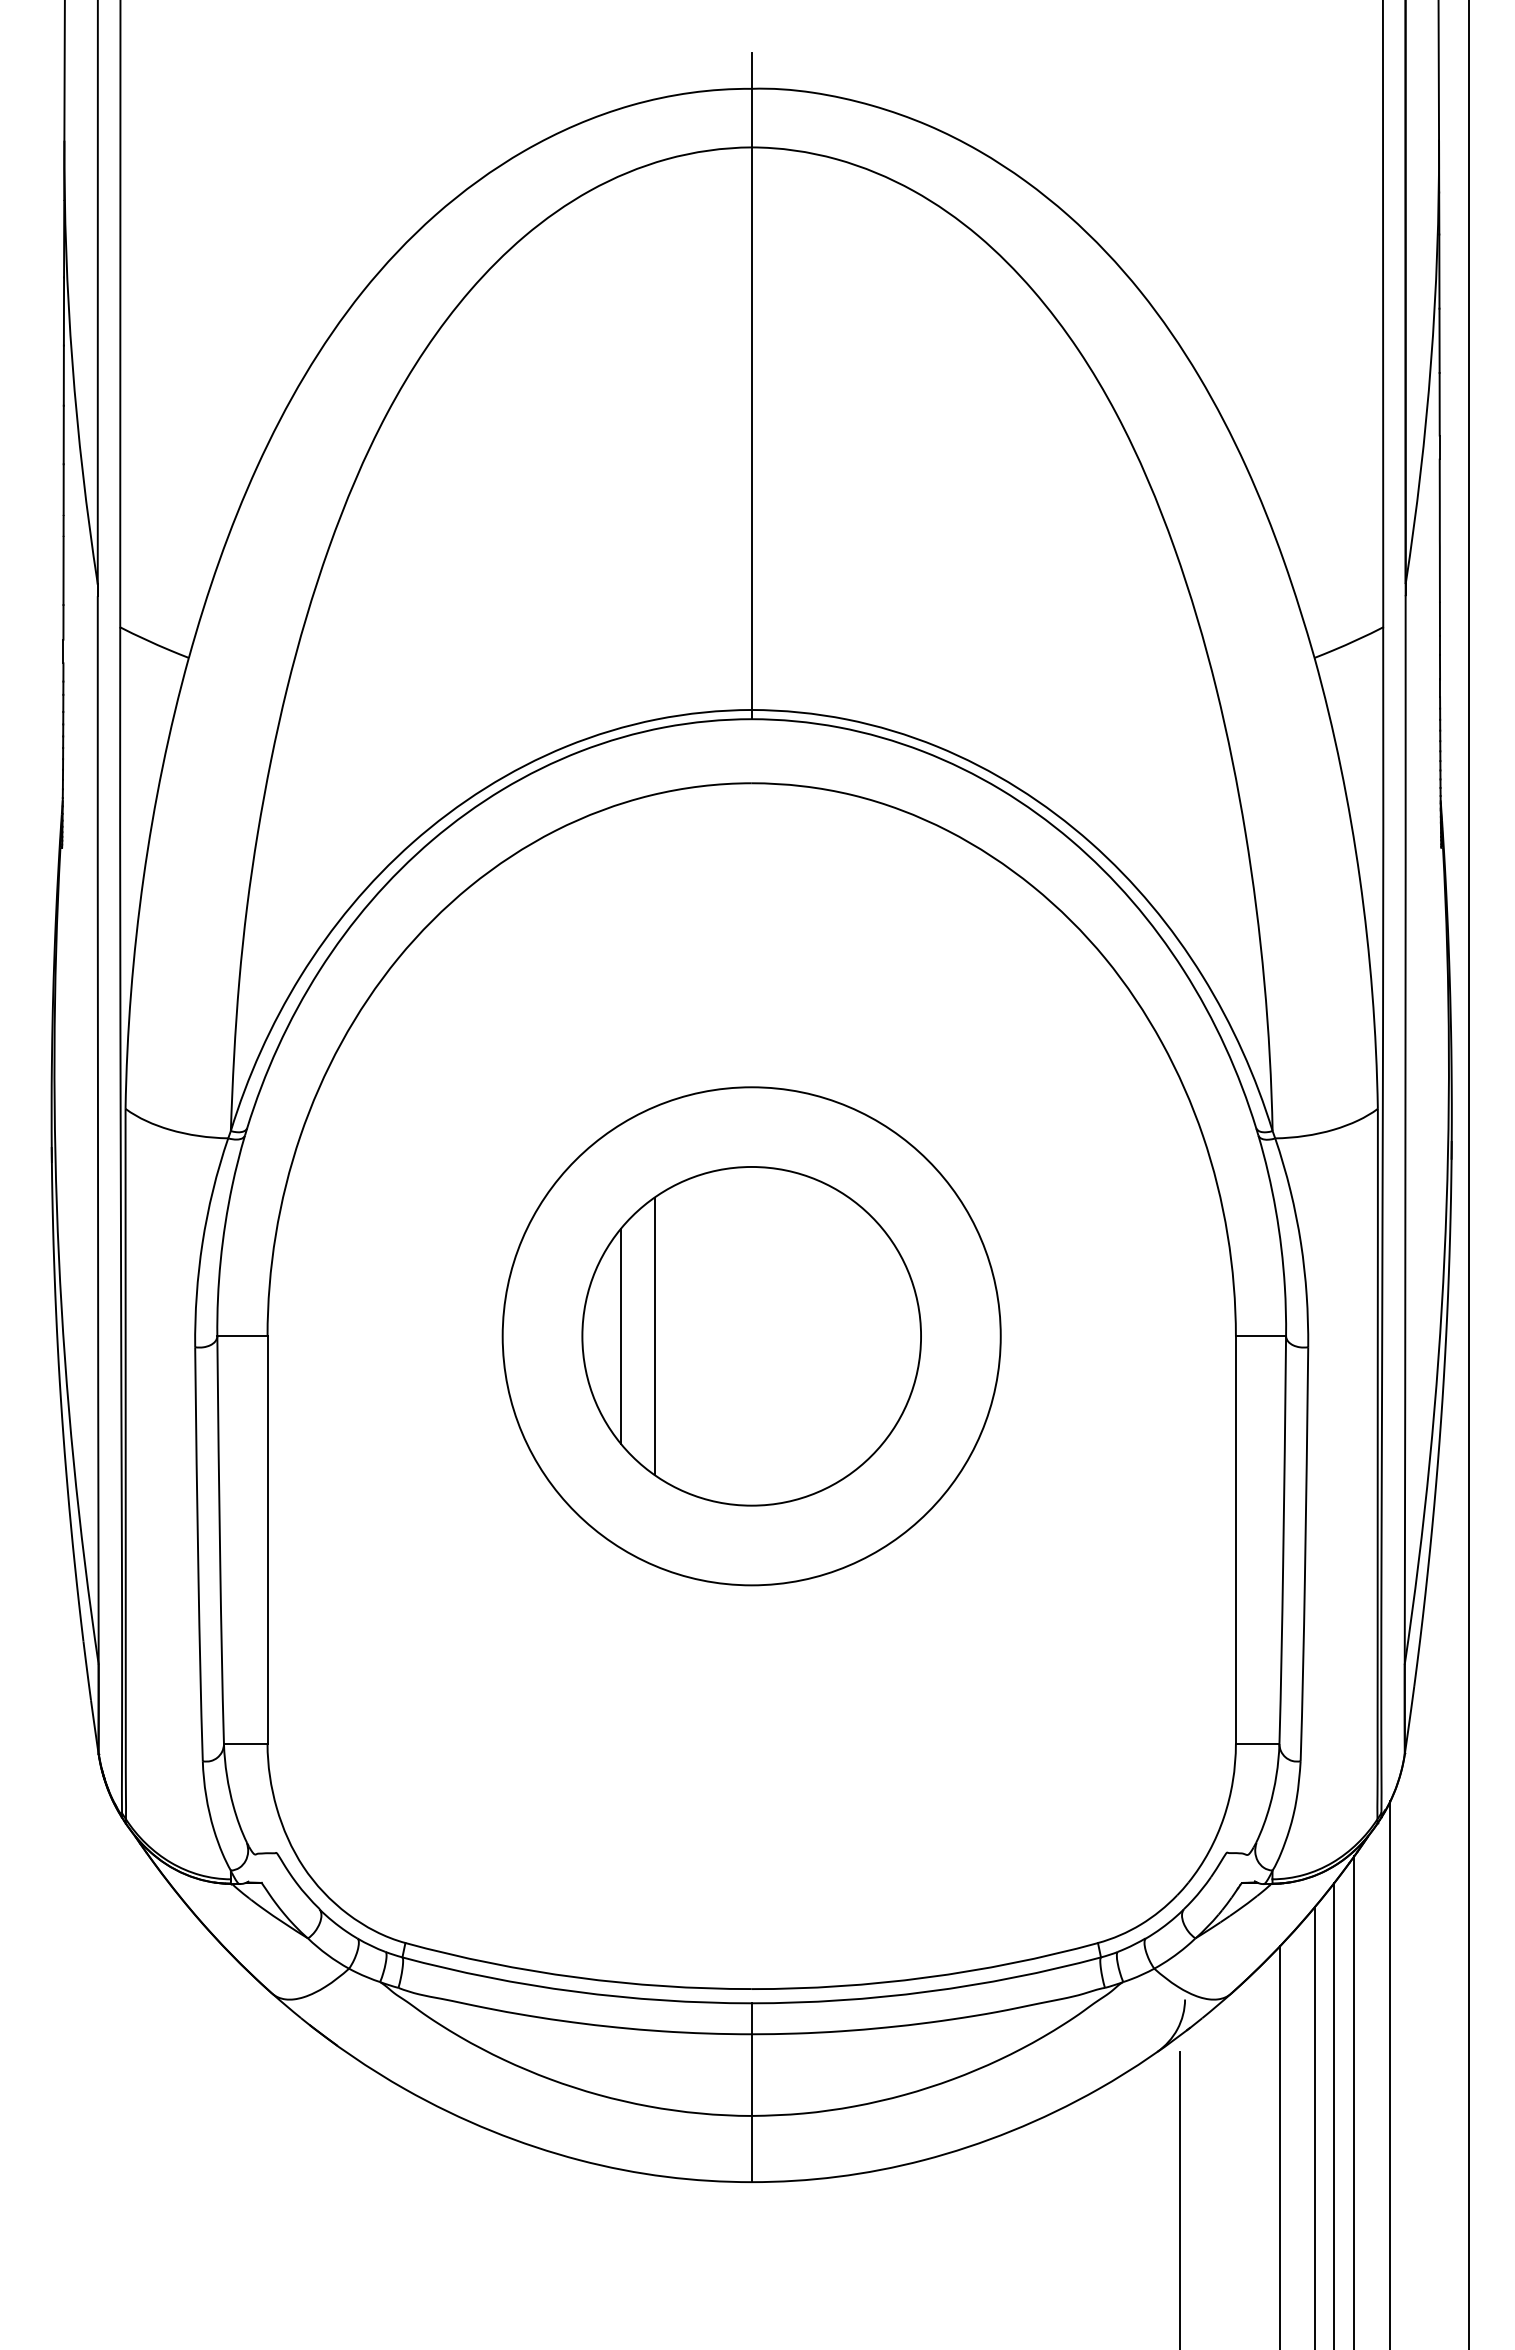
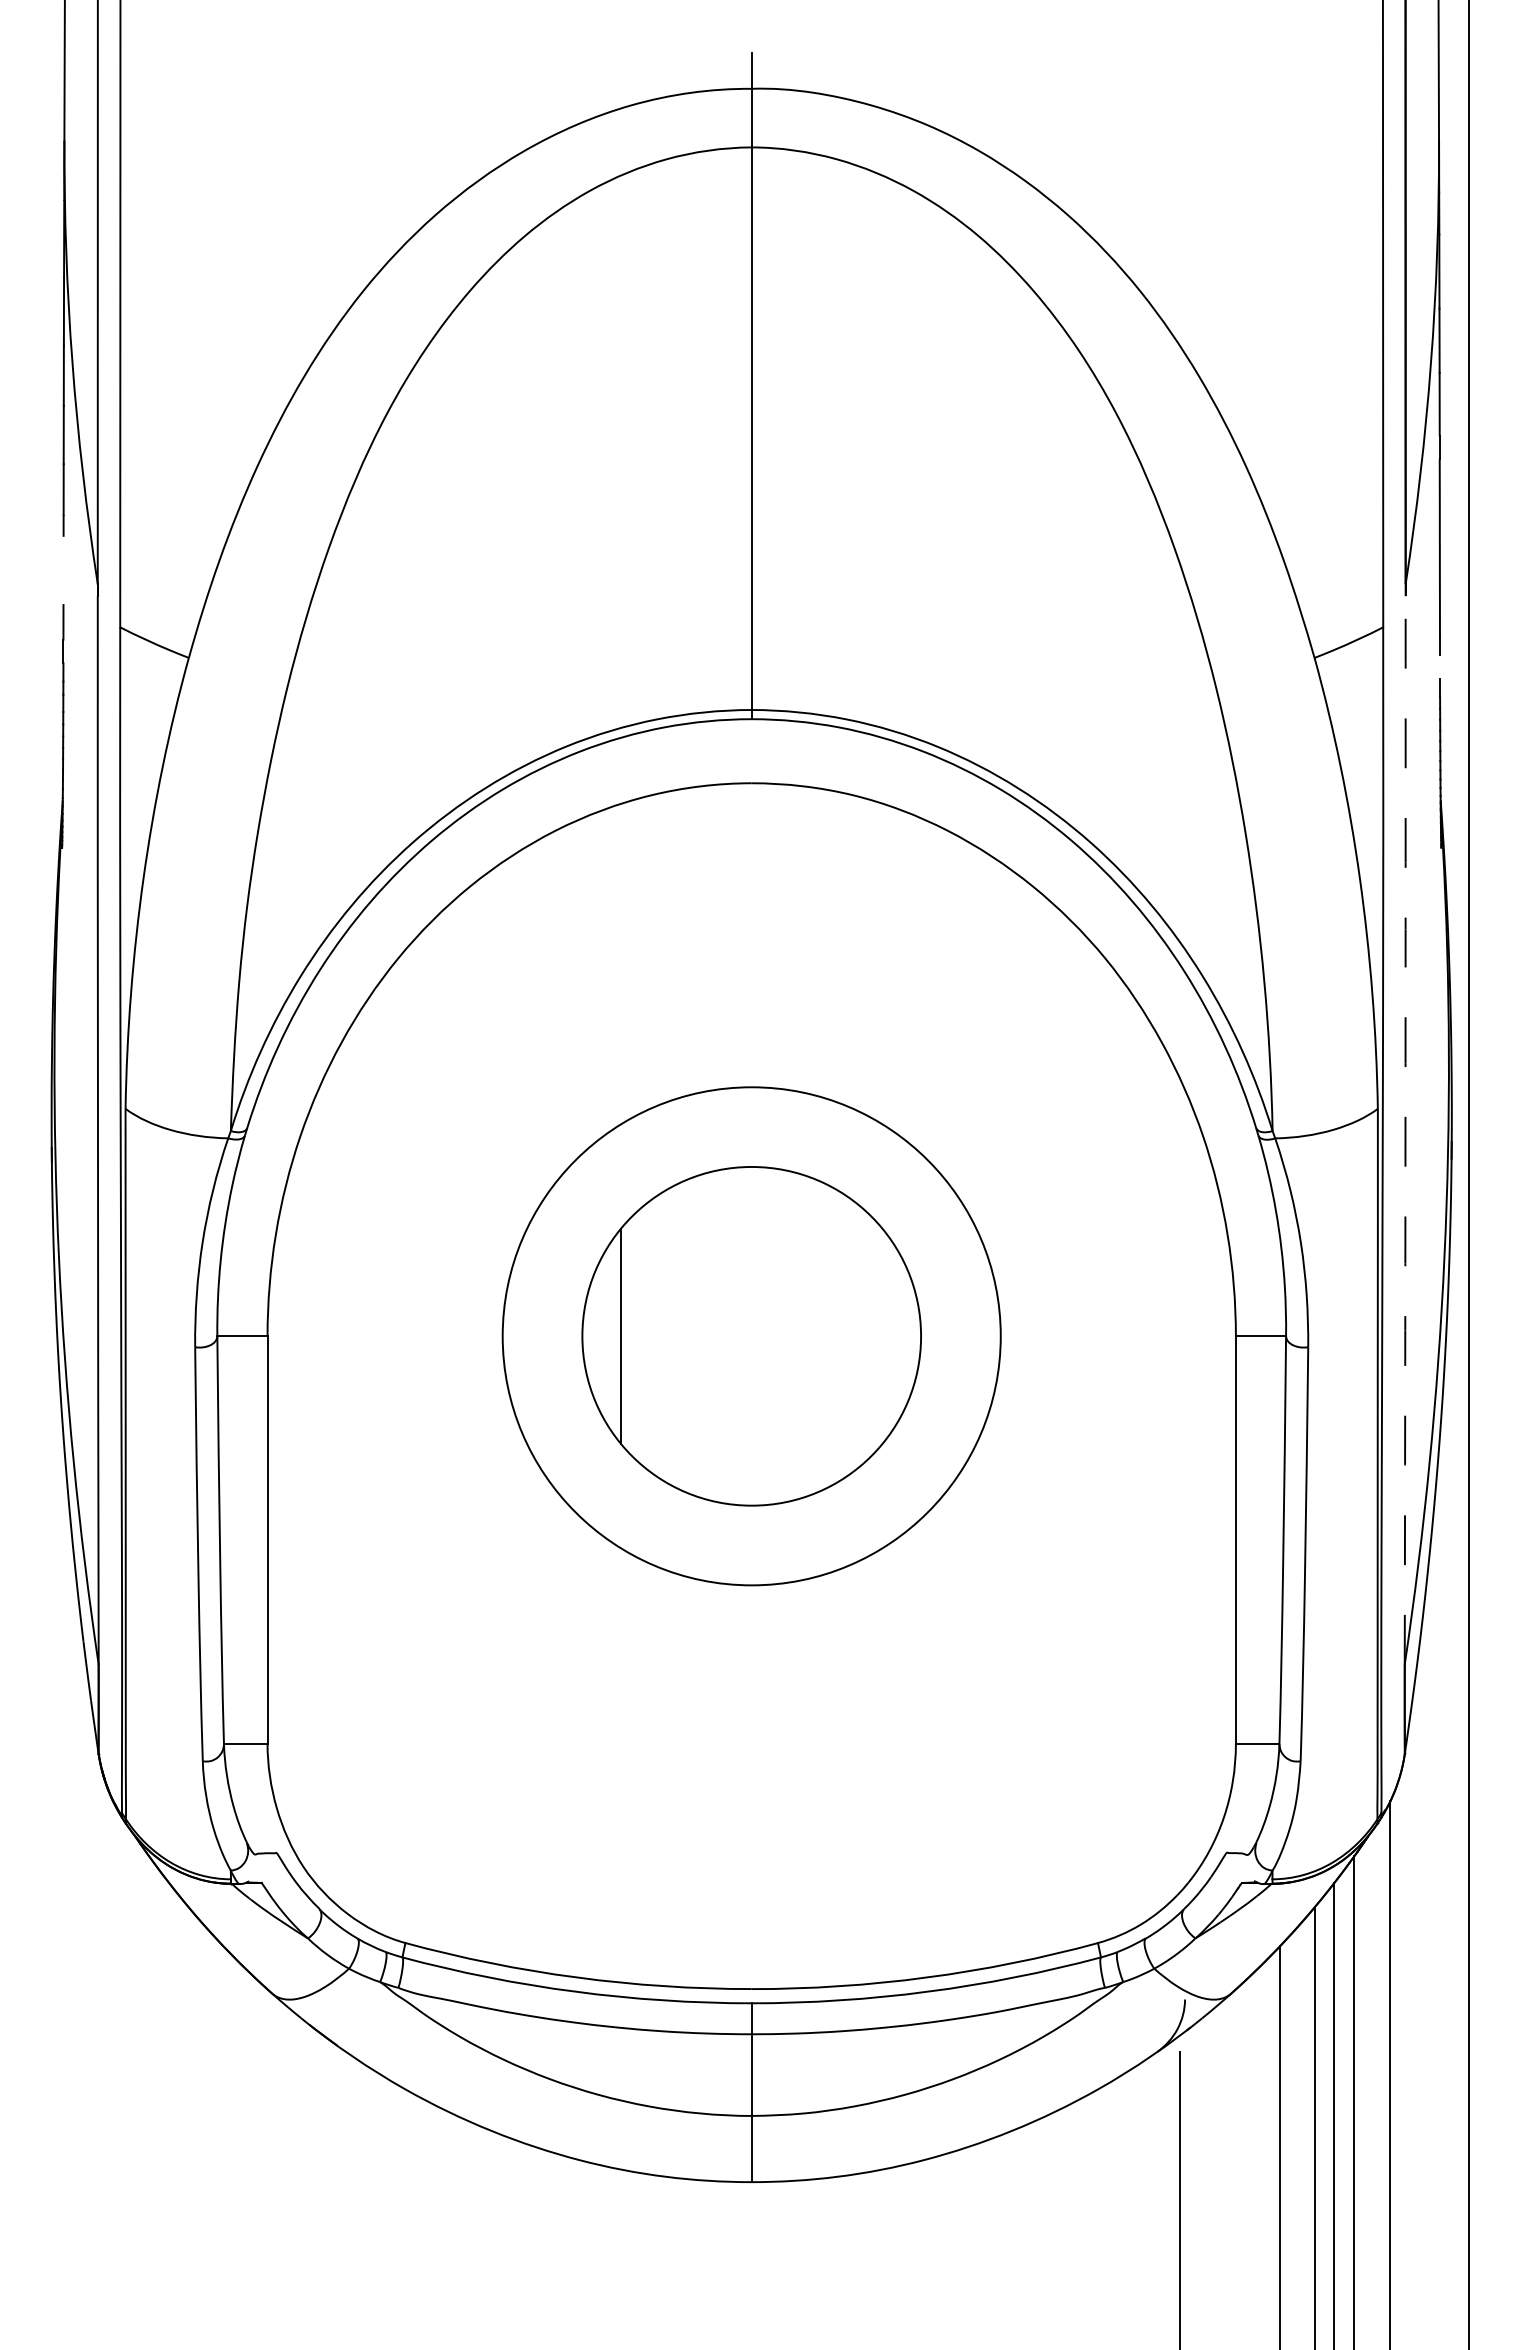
line at (63, 570): present -> none
line at (1439, 666): present -> none
arc at (1405, 1130): solid -> dashed
line at (654, 1336): present -> none
